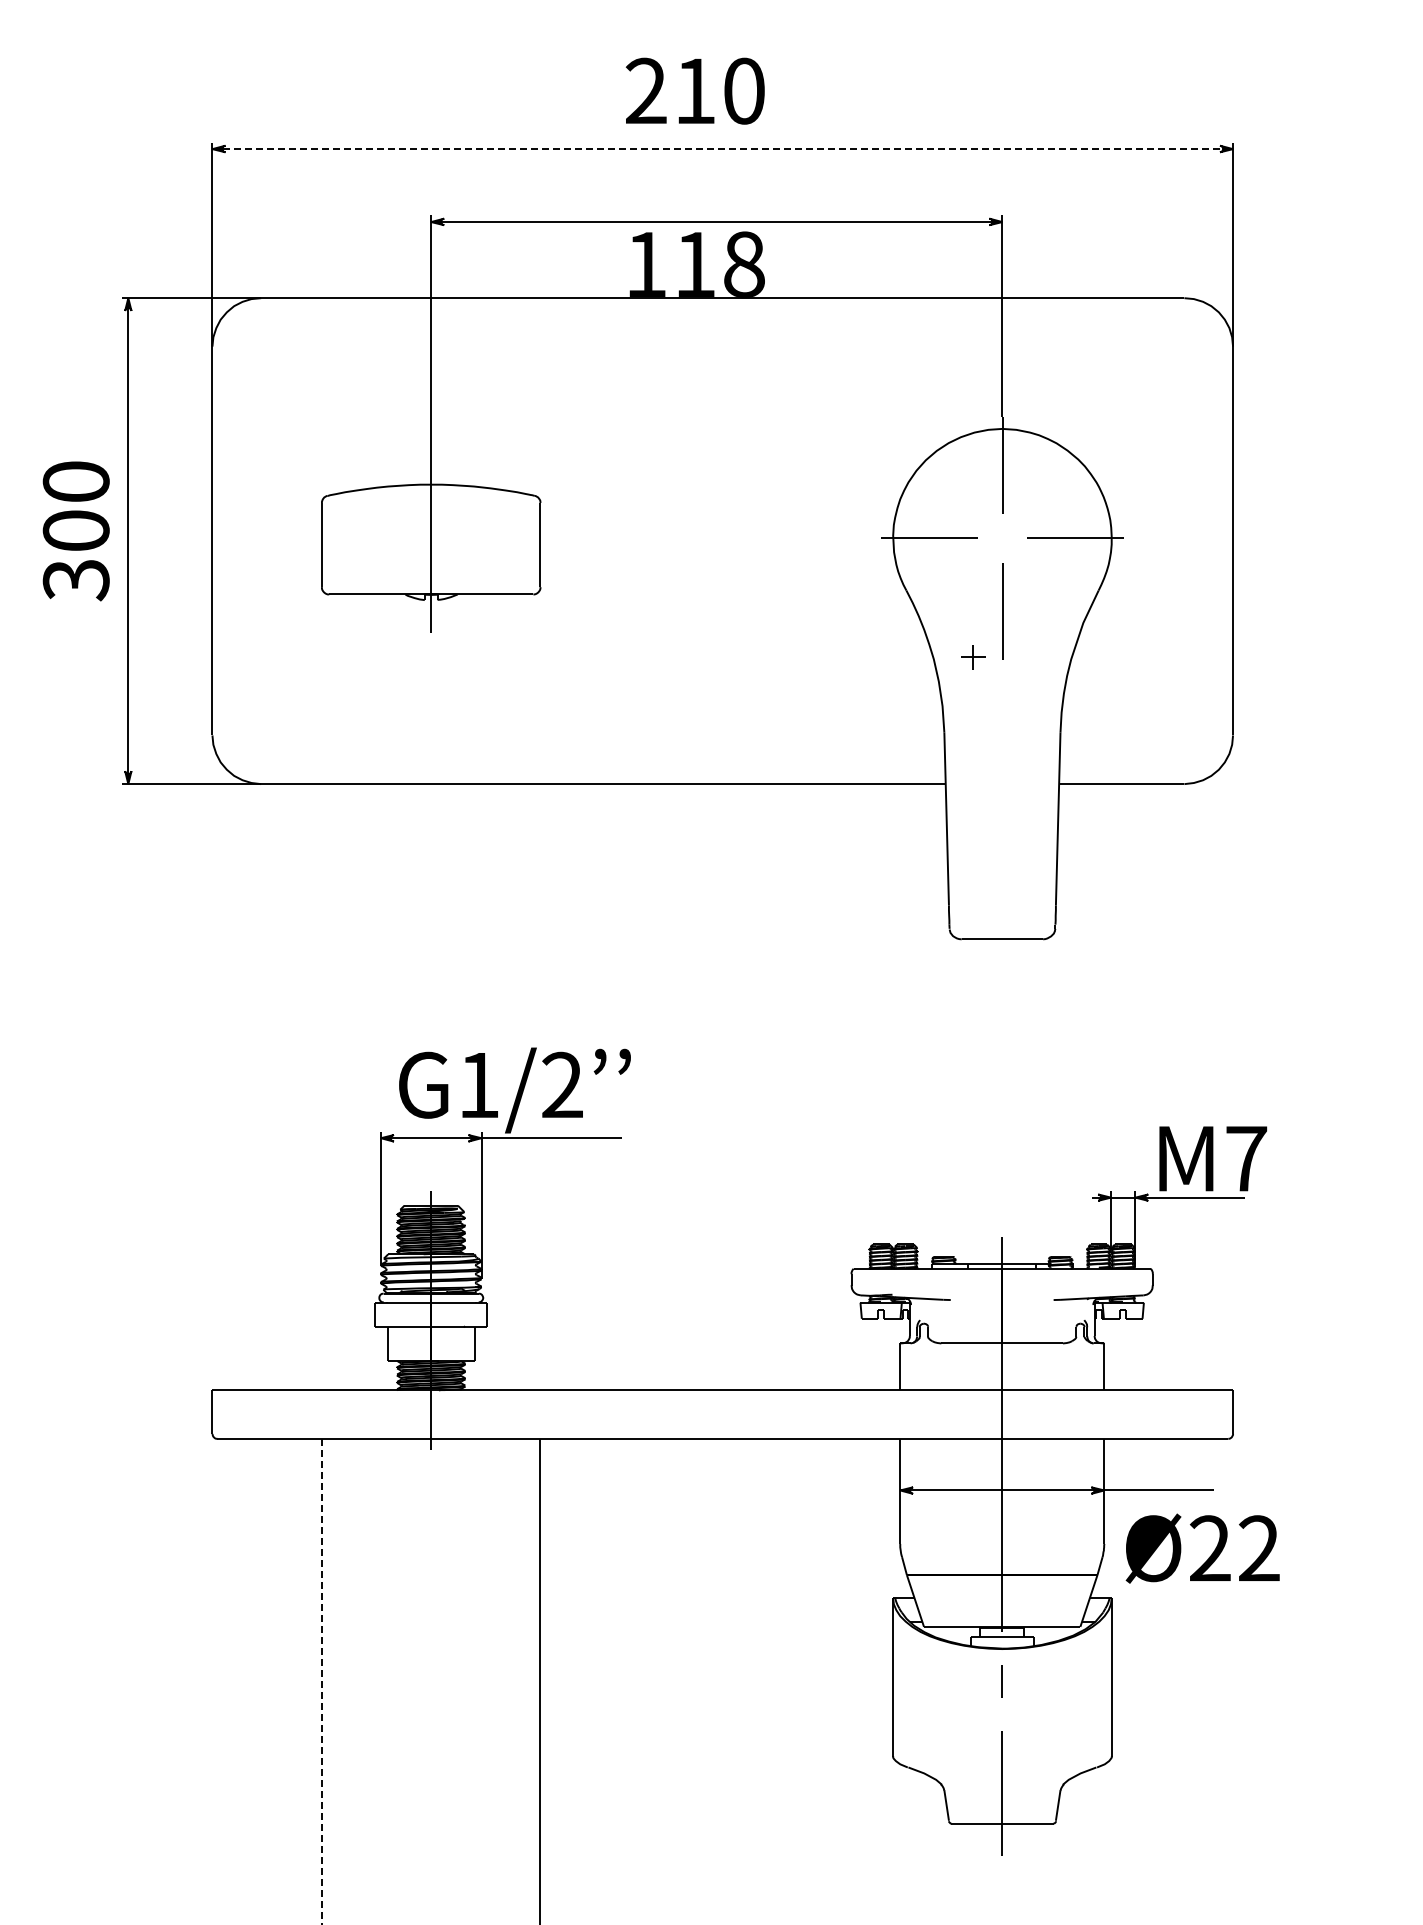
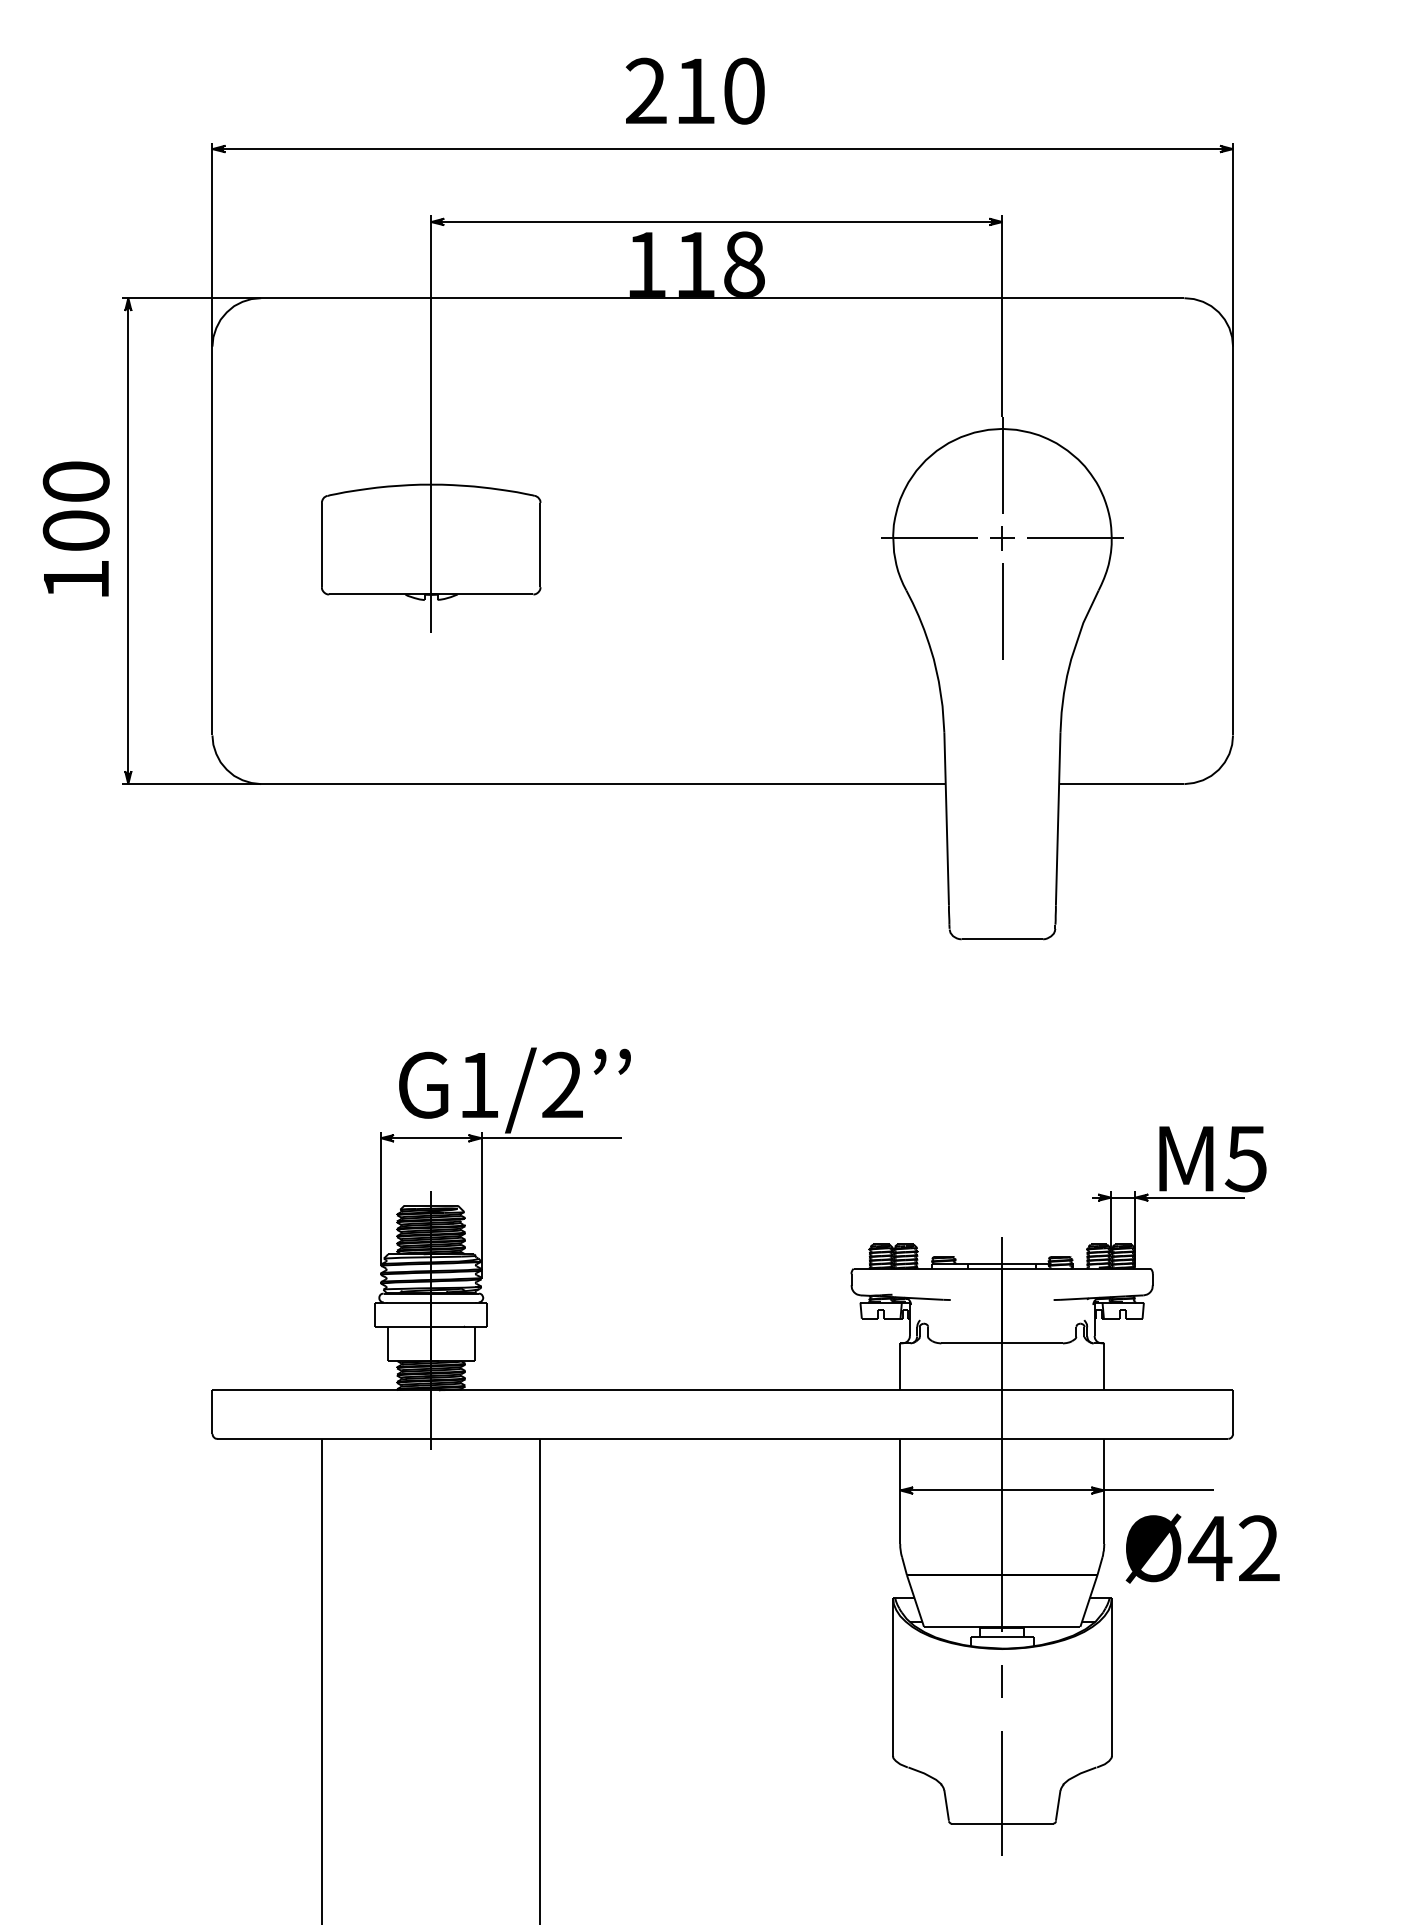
line at (723, 149): dashed -> solid
text at (75, 580): 300 -> 100
part at (973, 657) position: (973, 657) -> (1002, 538)
text at (1245, 1159): M7 -> M5
text at (1210, 1547): Ø22 -> Ø42
line at (321, 1681): dashed -> solid
